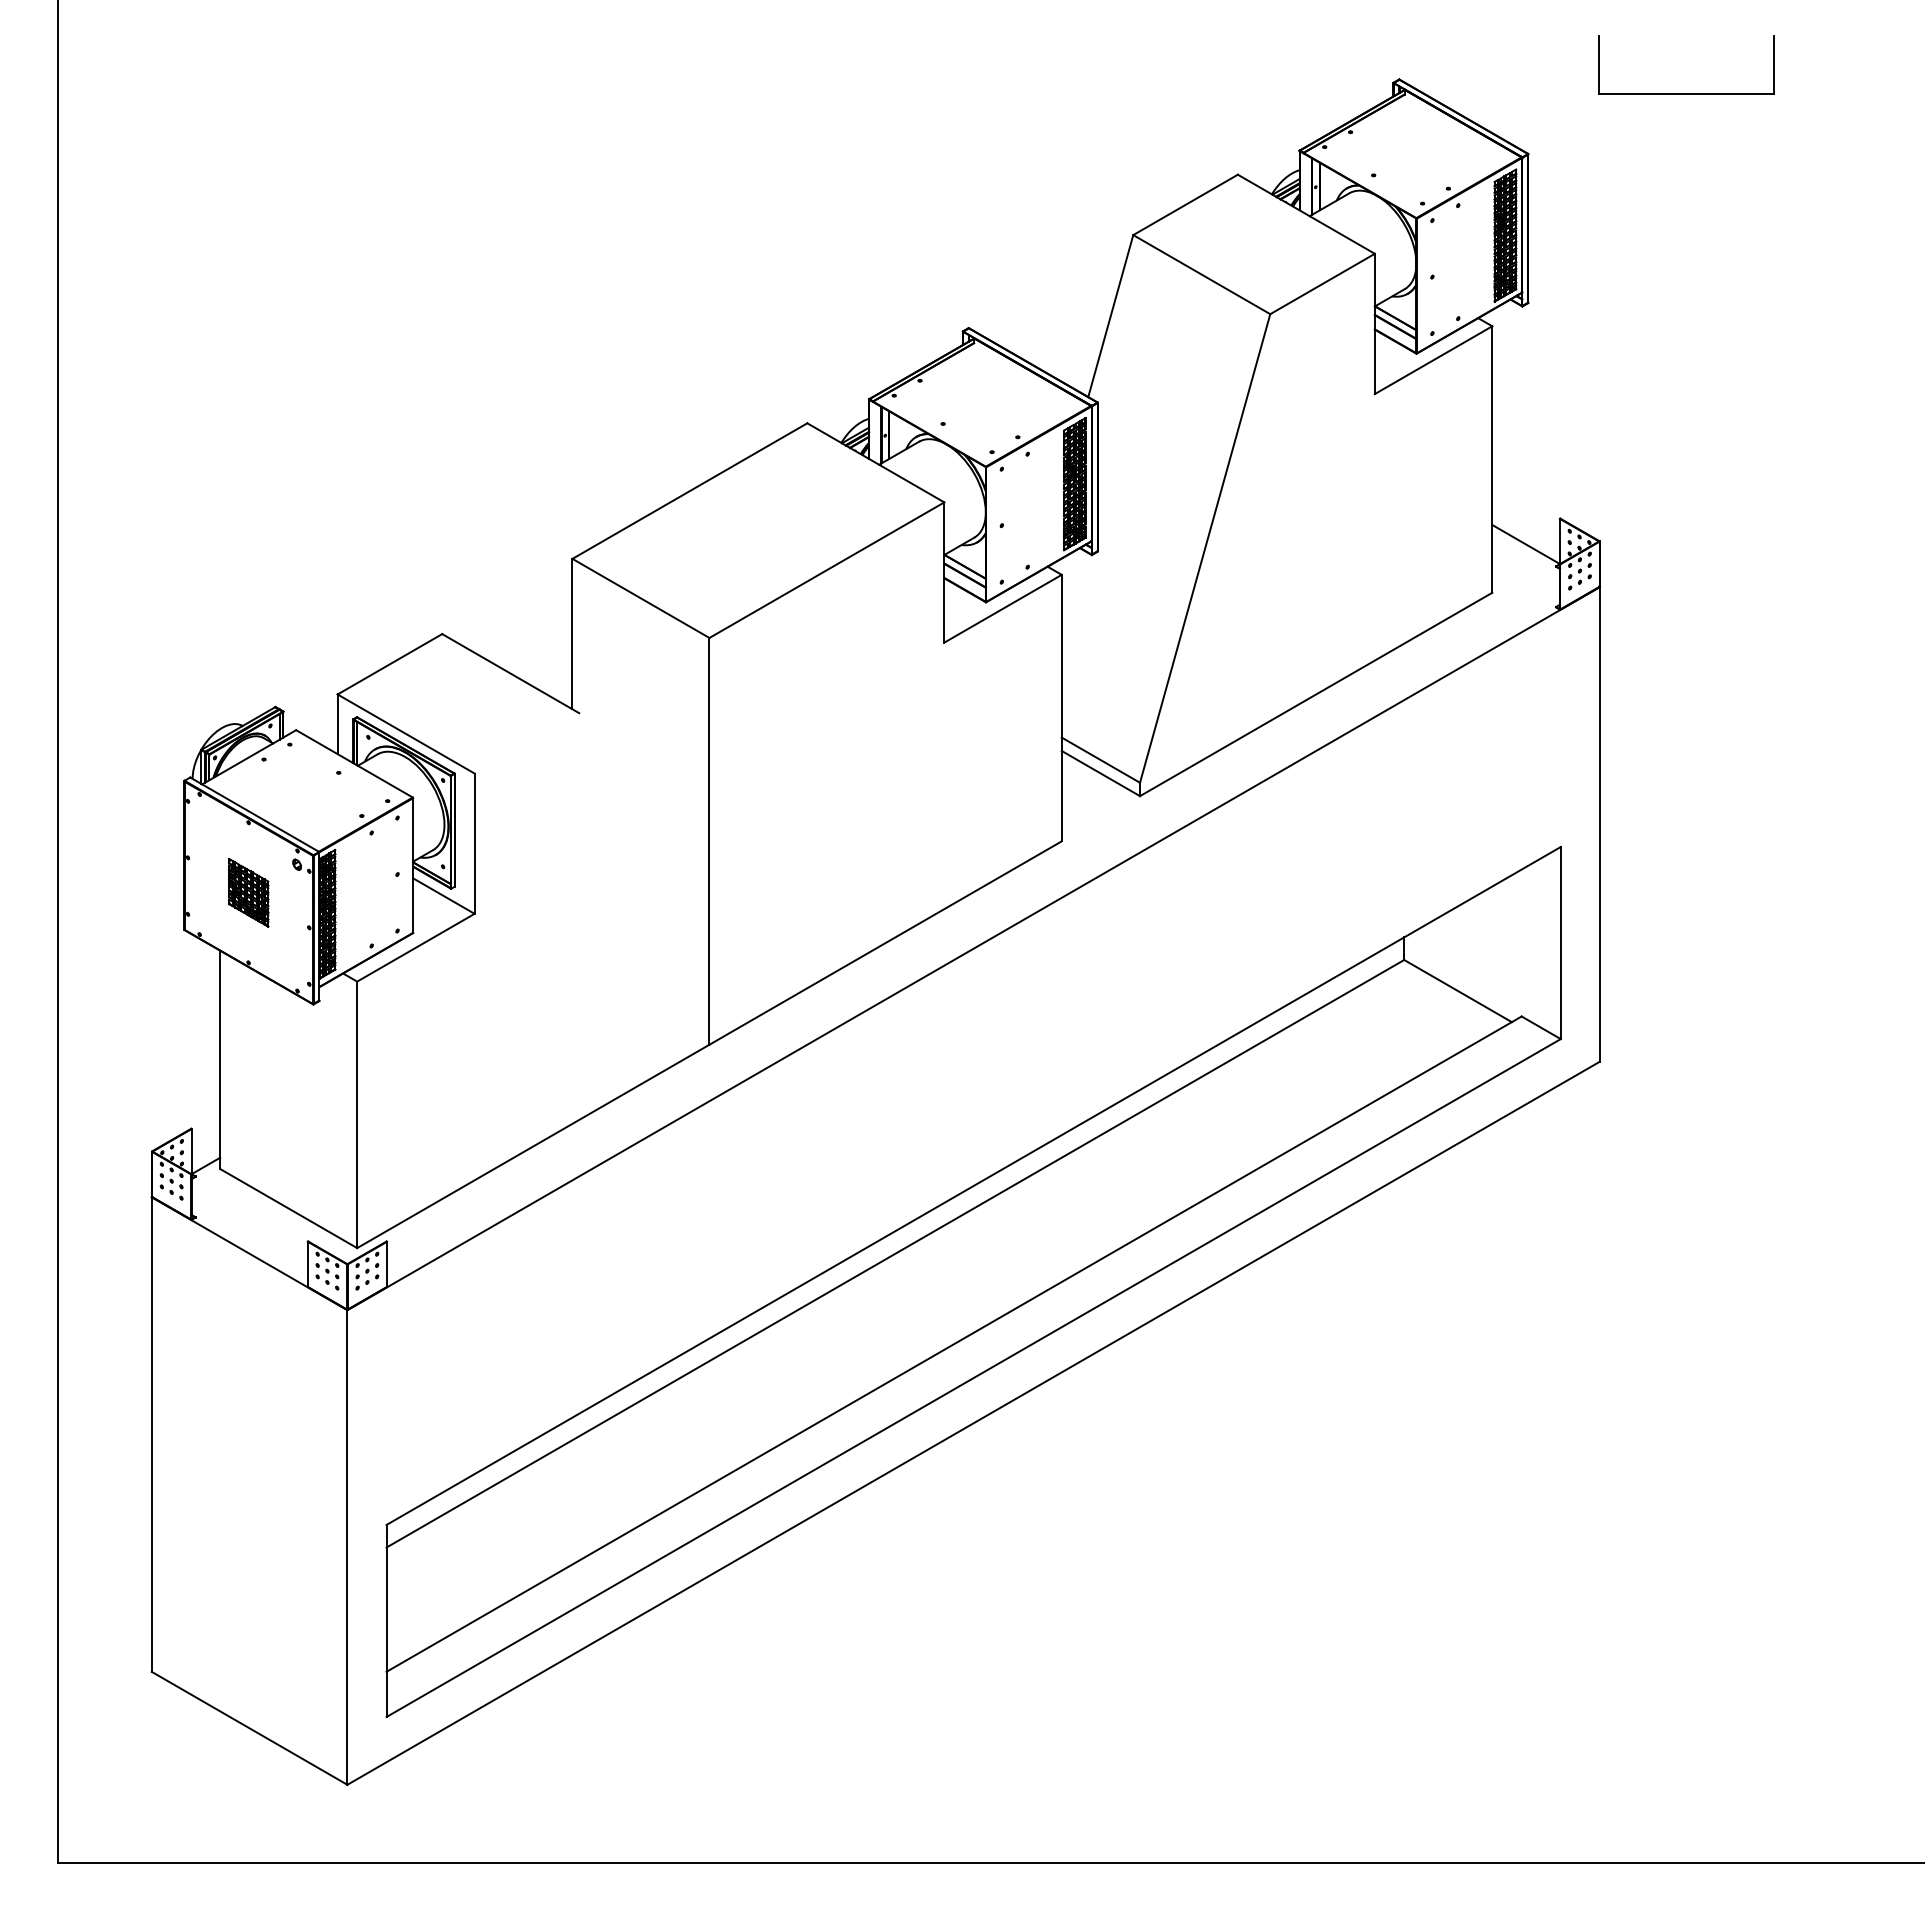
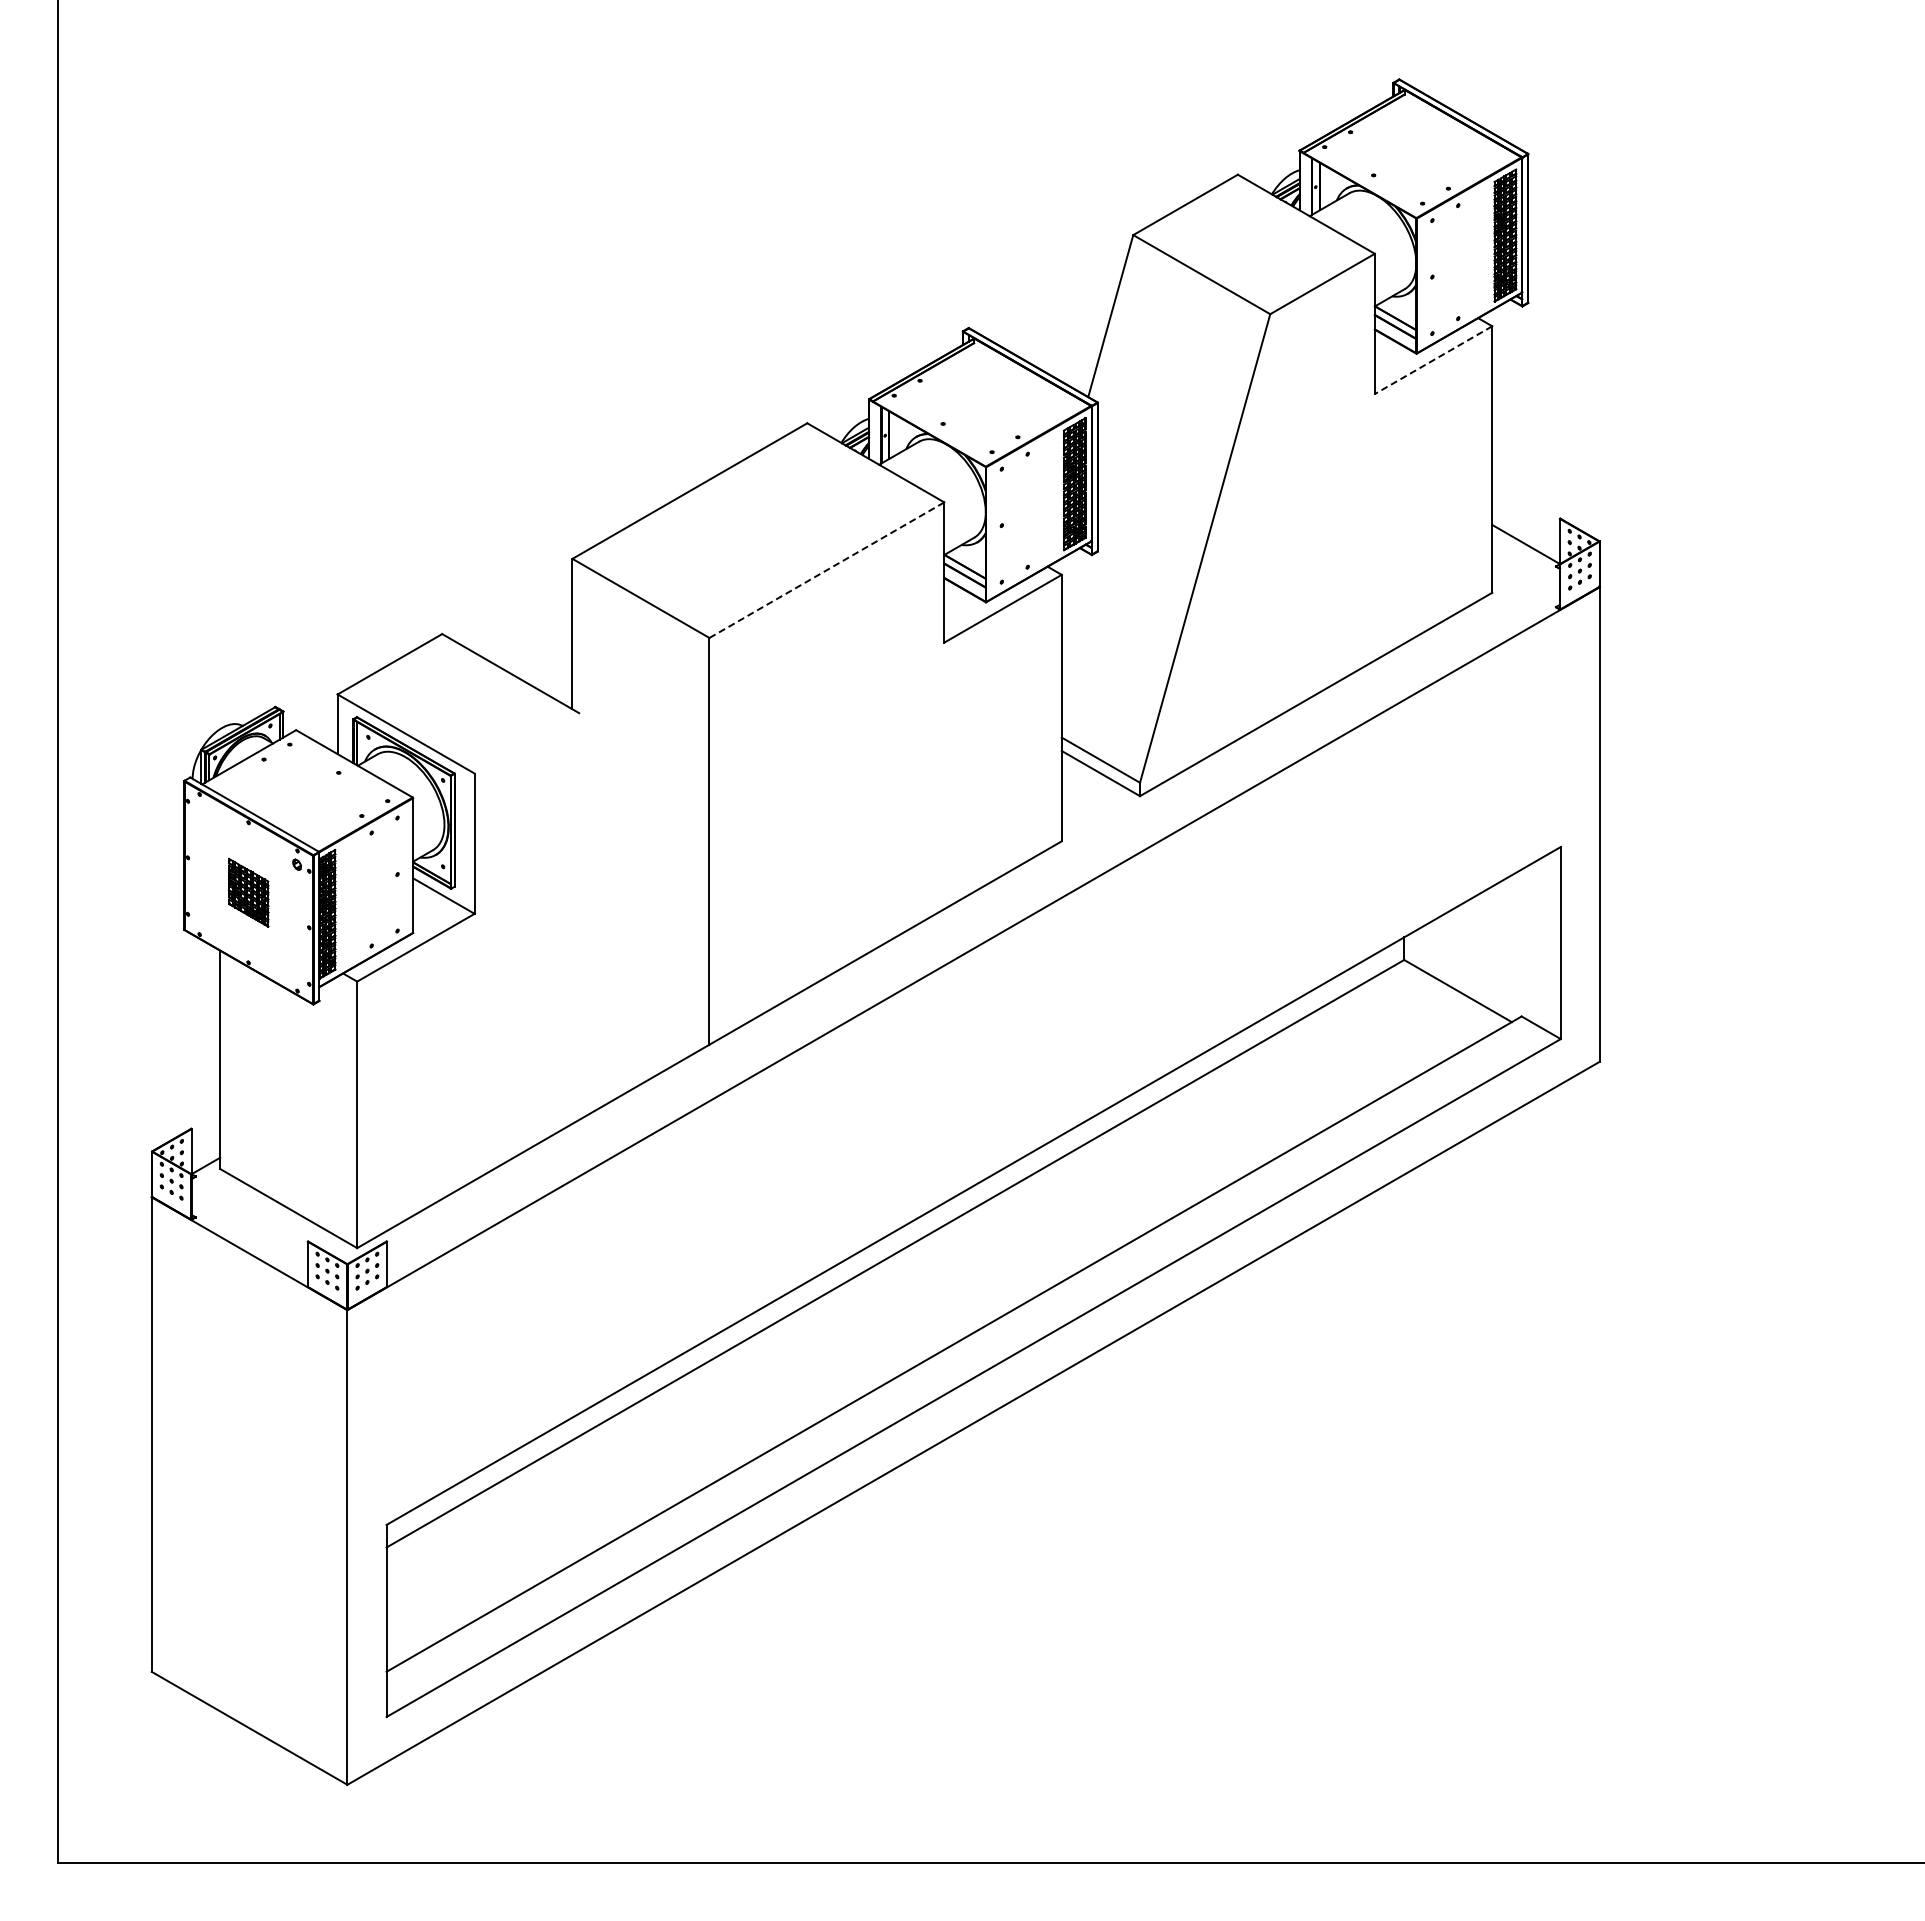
part at (1686, 93): present -> none
line at (1433, 360): solid -> dashed
line at (826, 570): solid -> dashed
